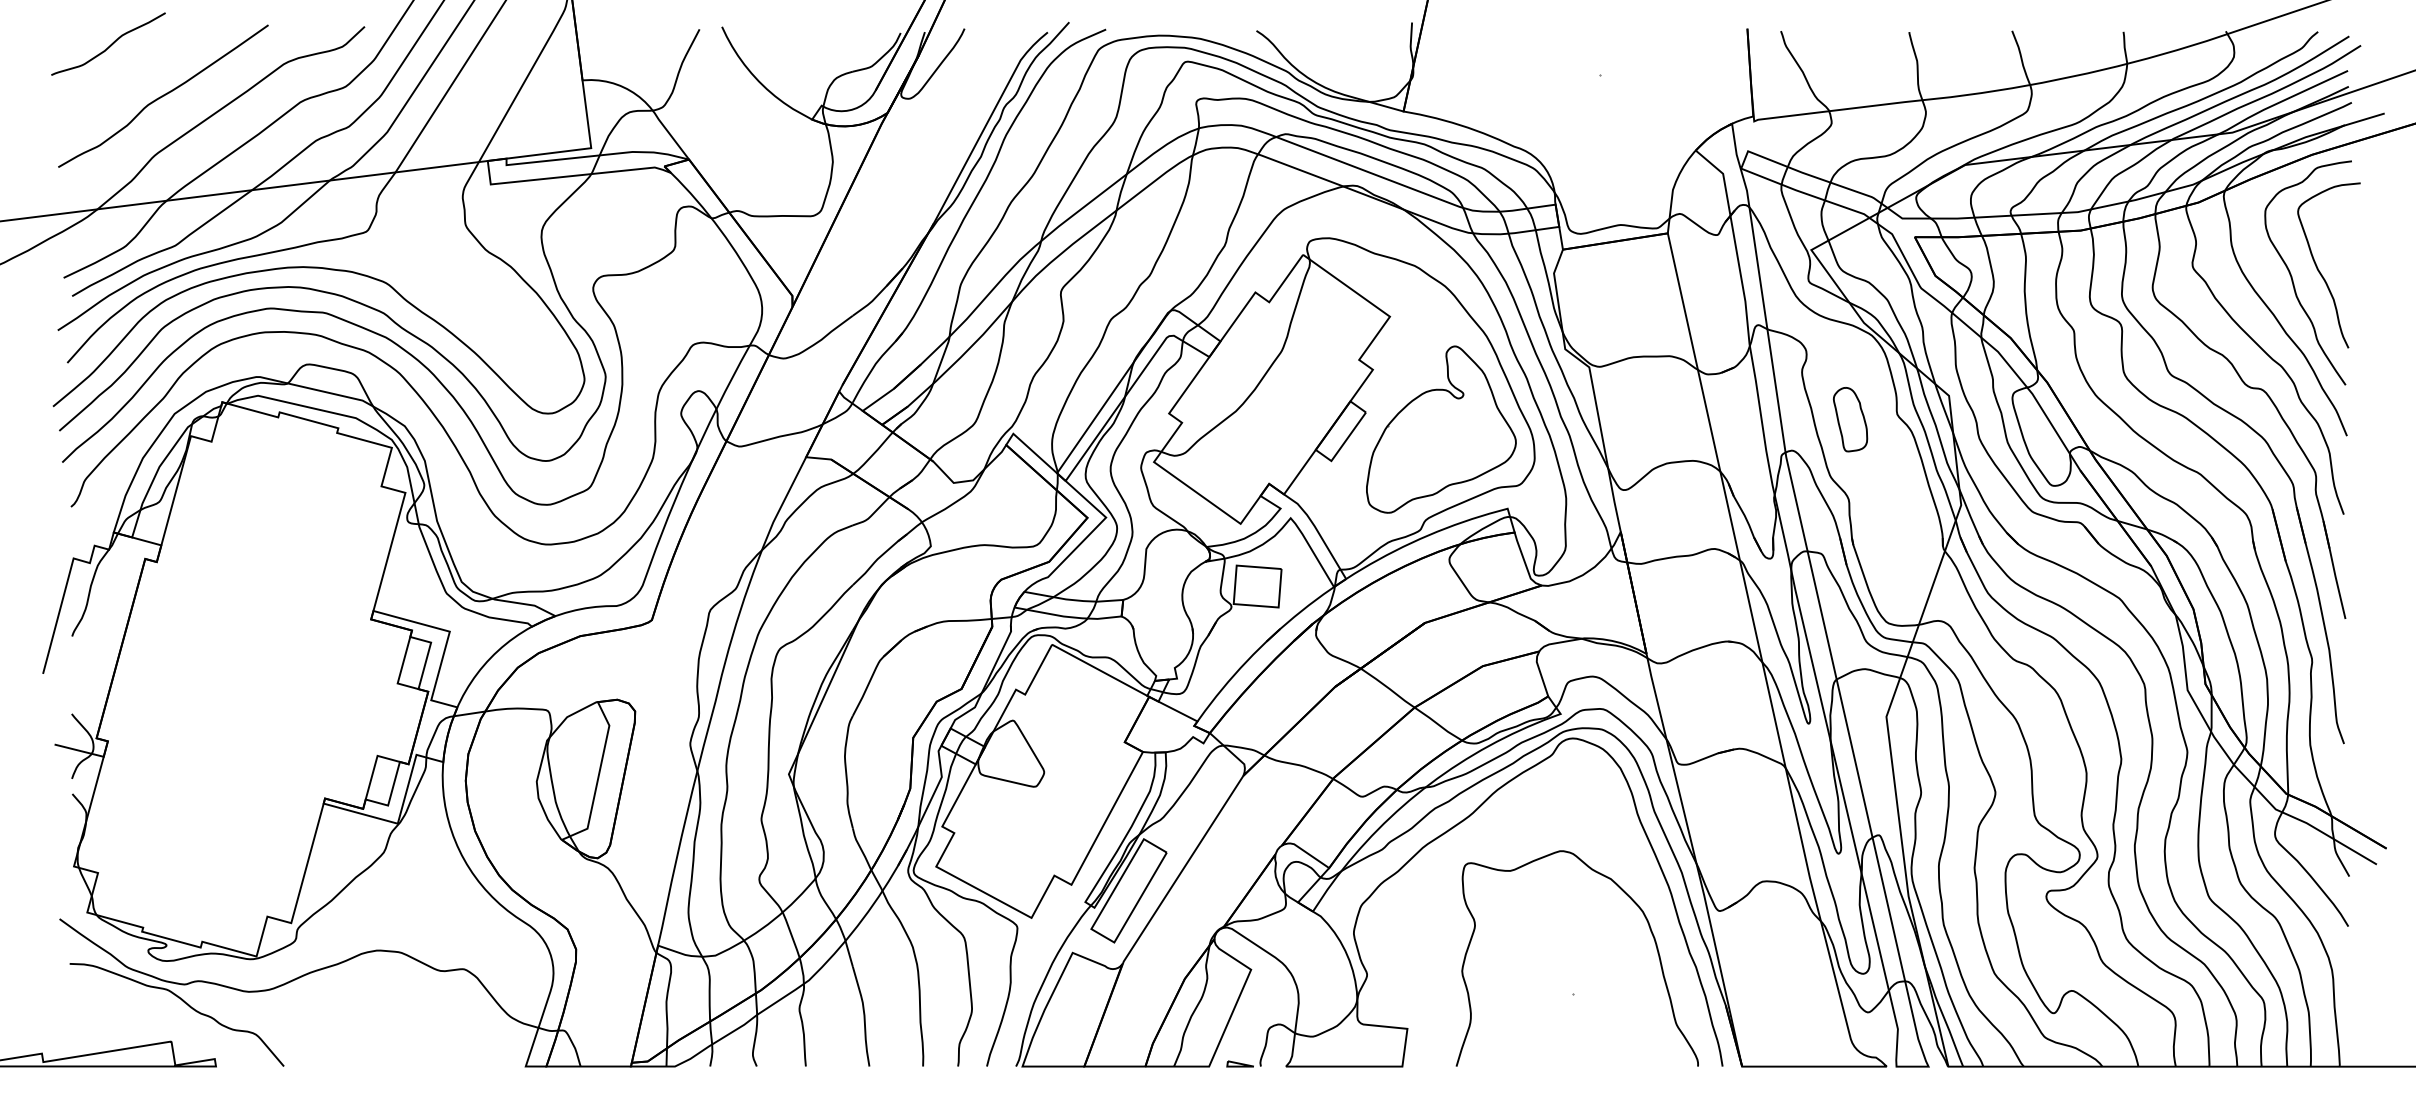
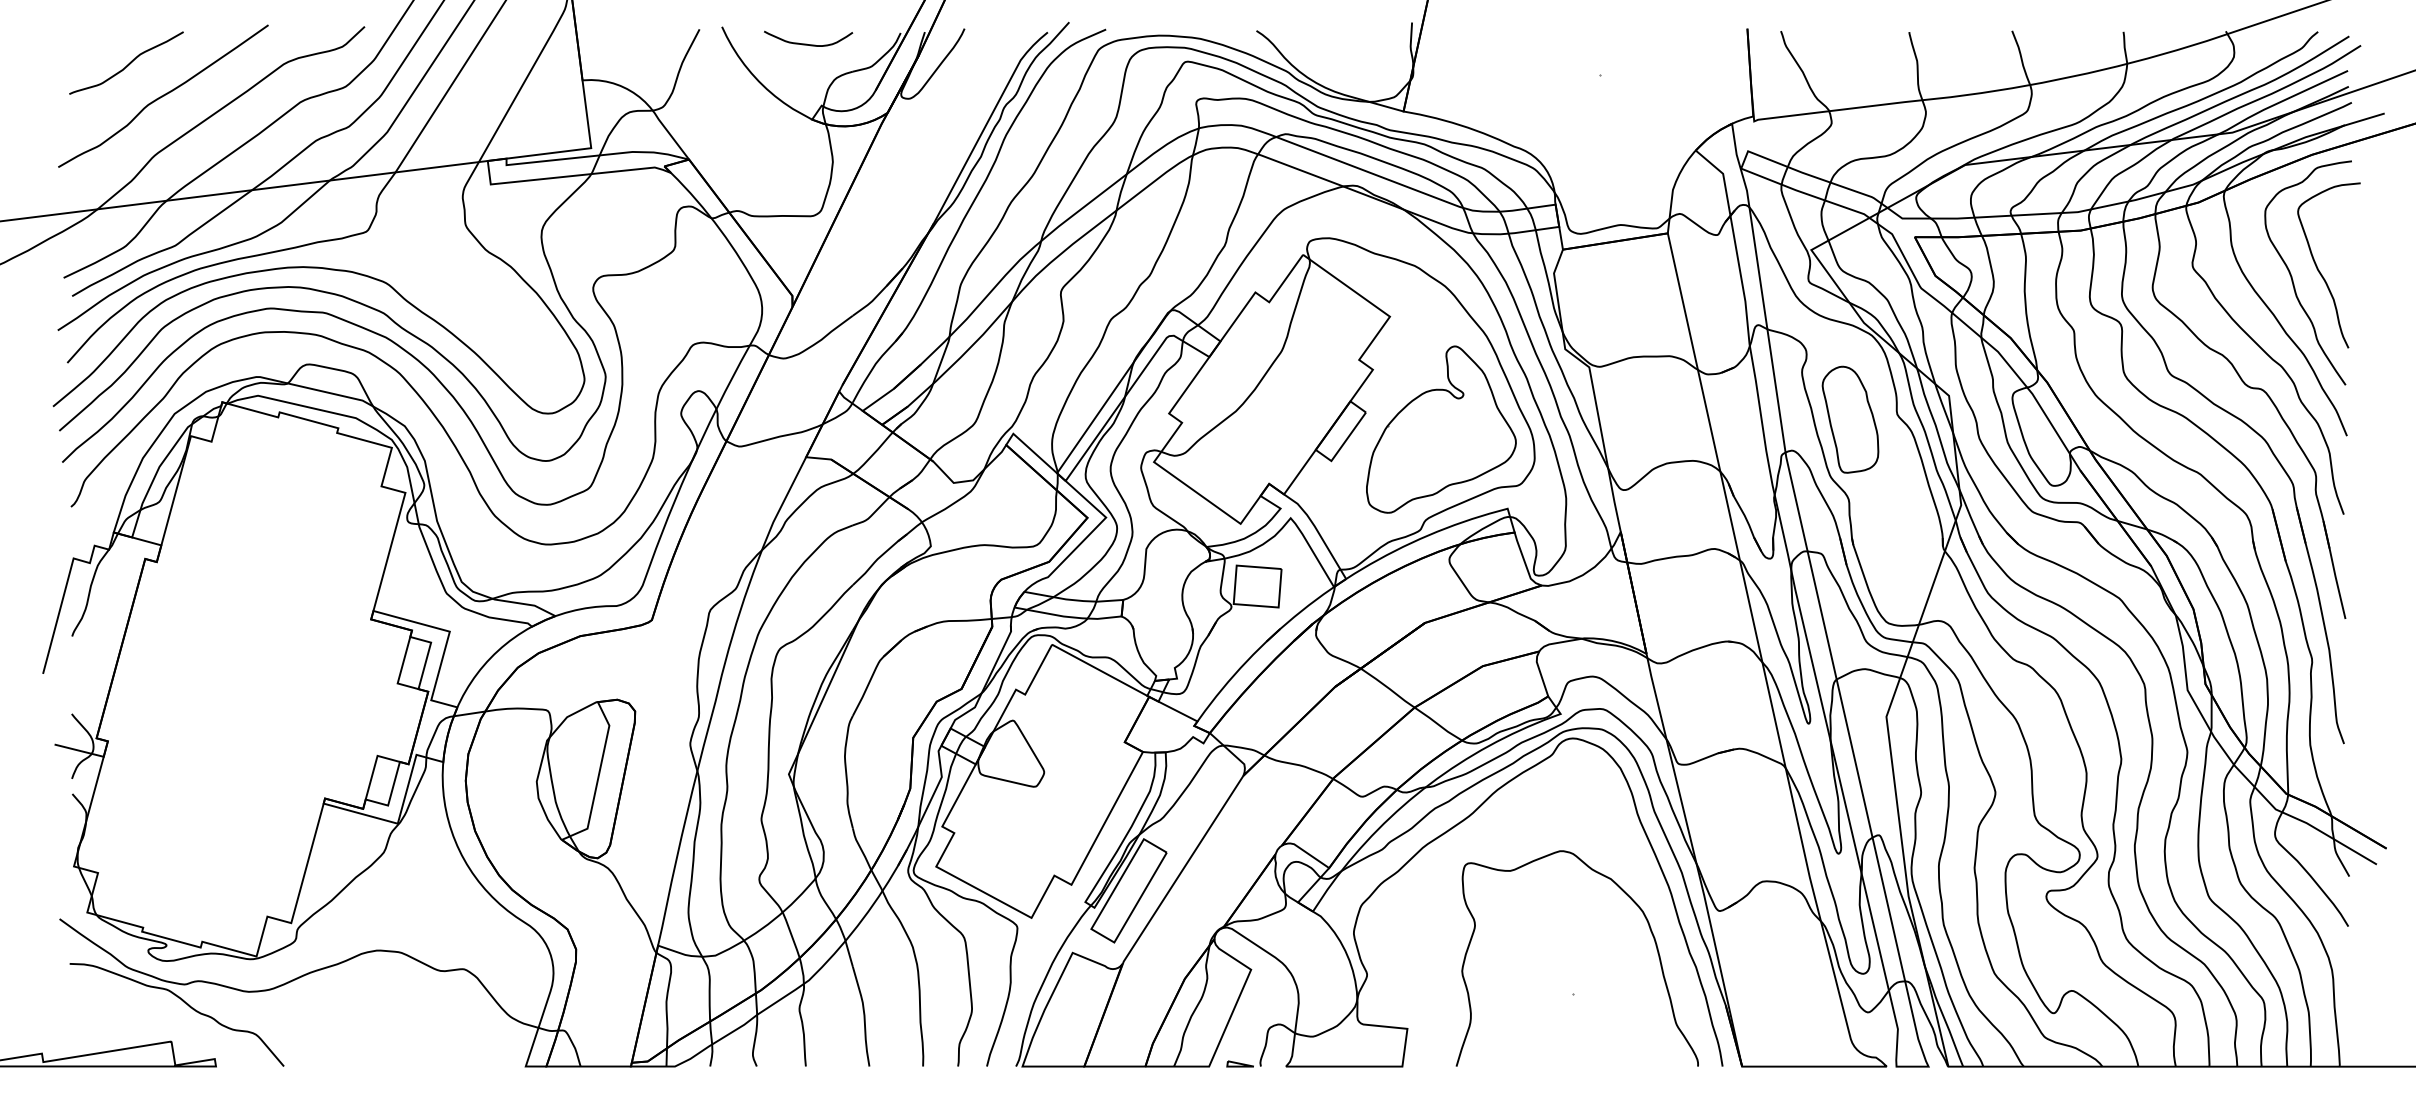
curve at (807, 43): none -> present
curve at (110, 44) position: (110, 44) -> (128, 63)
part at (1850, 419) size: 37x66 px -> 59x109 px
